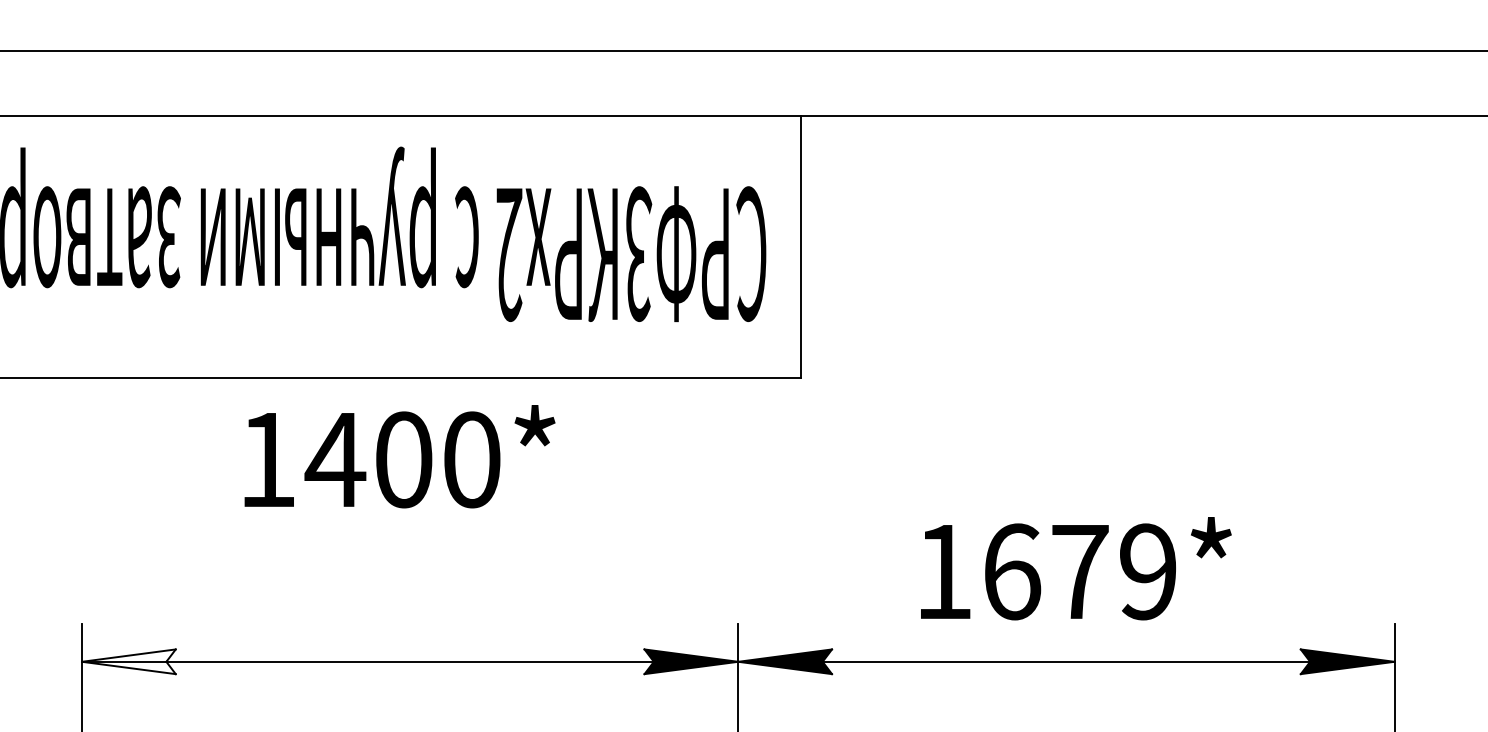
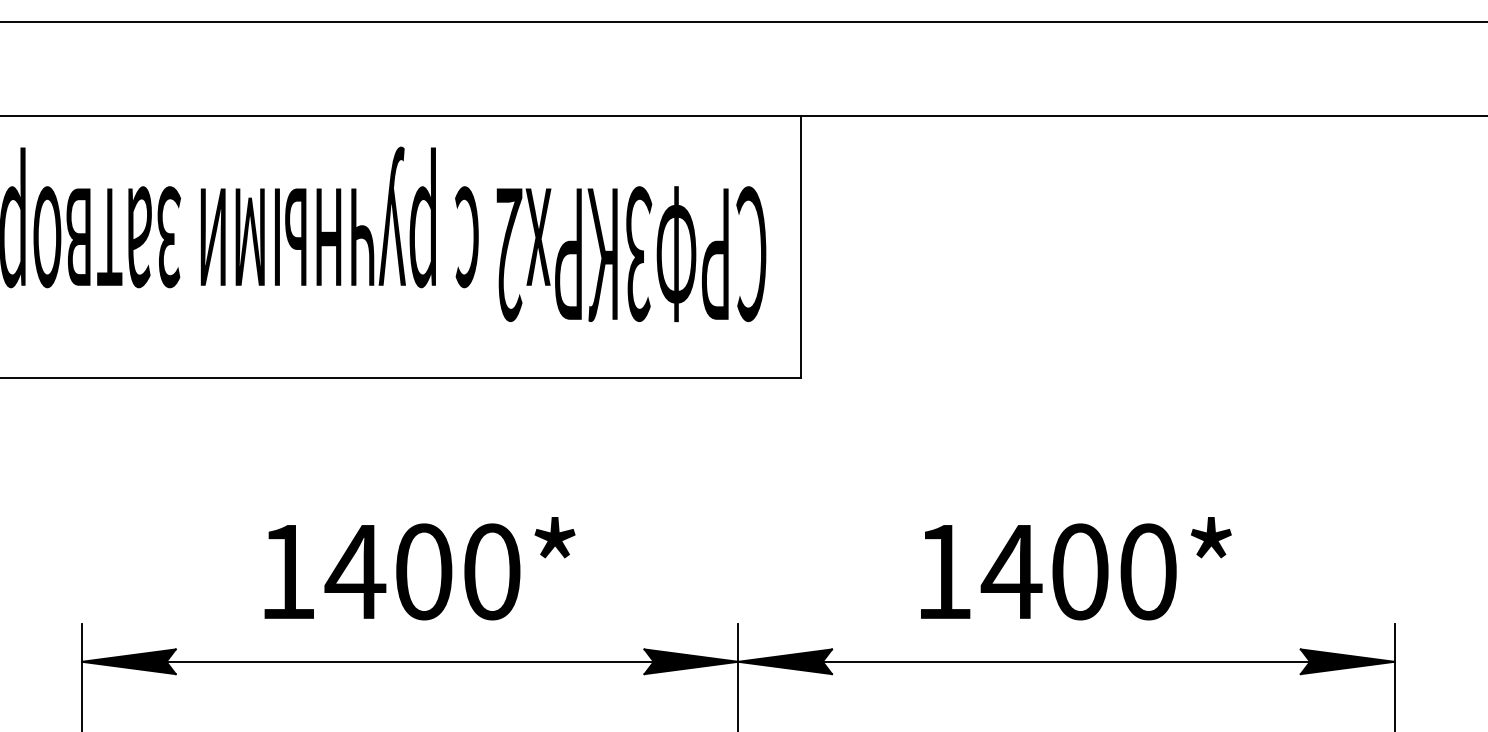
line at (743, 50) position: (743, 50) -> (743, 21)
text at (399, 456) position: (399, 456) -> (419, 568)
text at (1078, 571): 1679* -> 1400*
fill at (128, 661): none -> present
